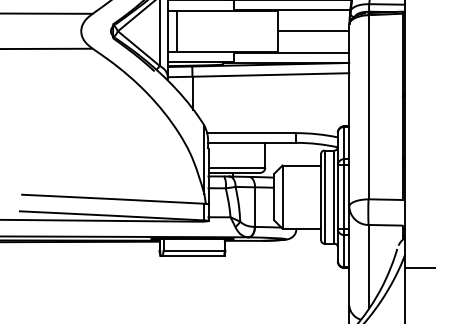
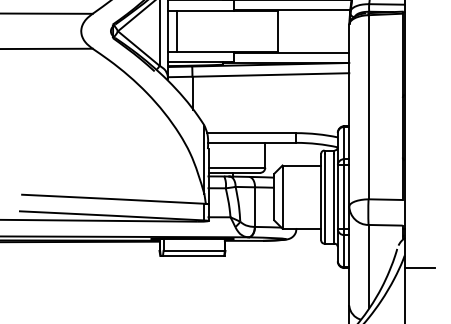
line at (313, 31): present -> none
